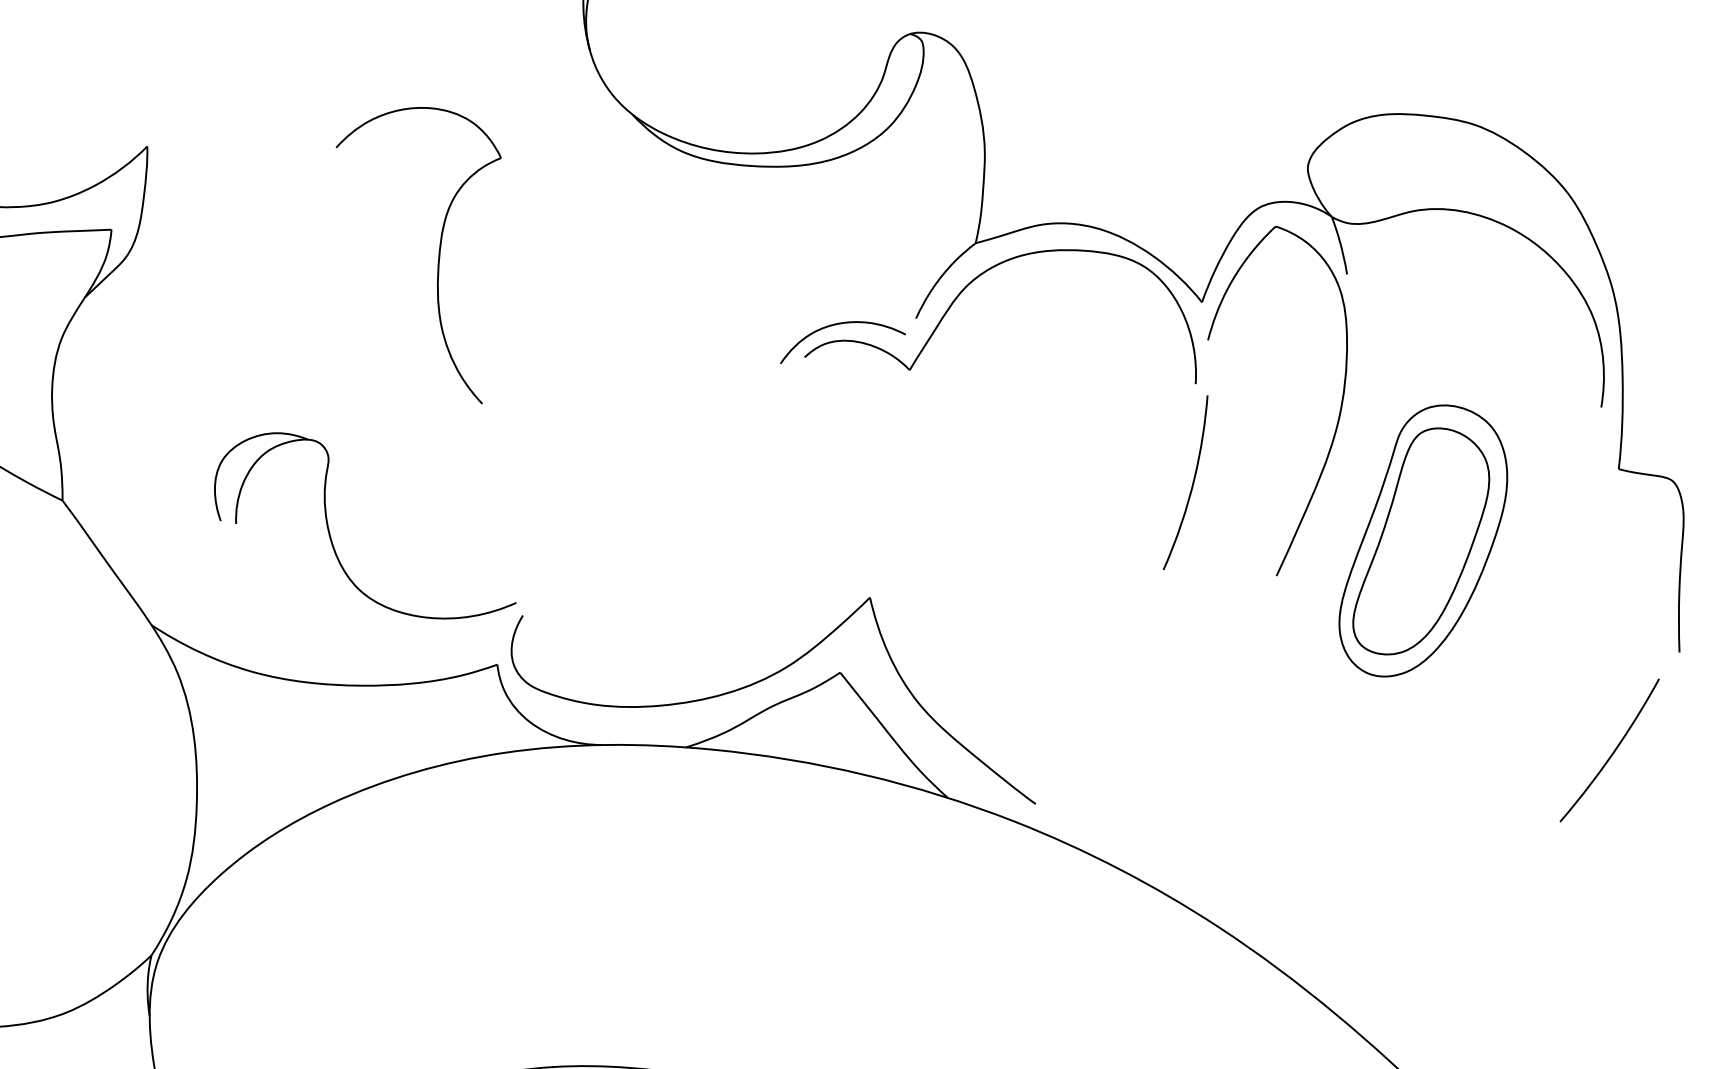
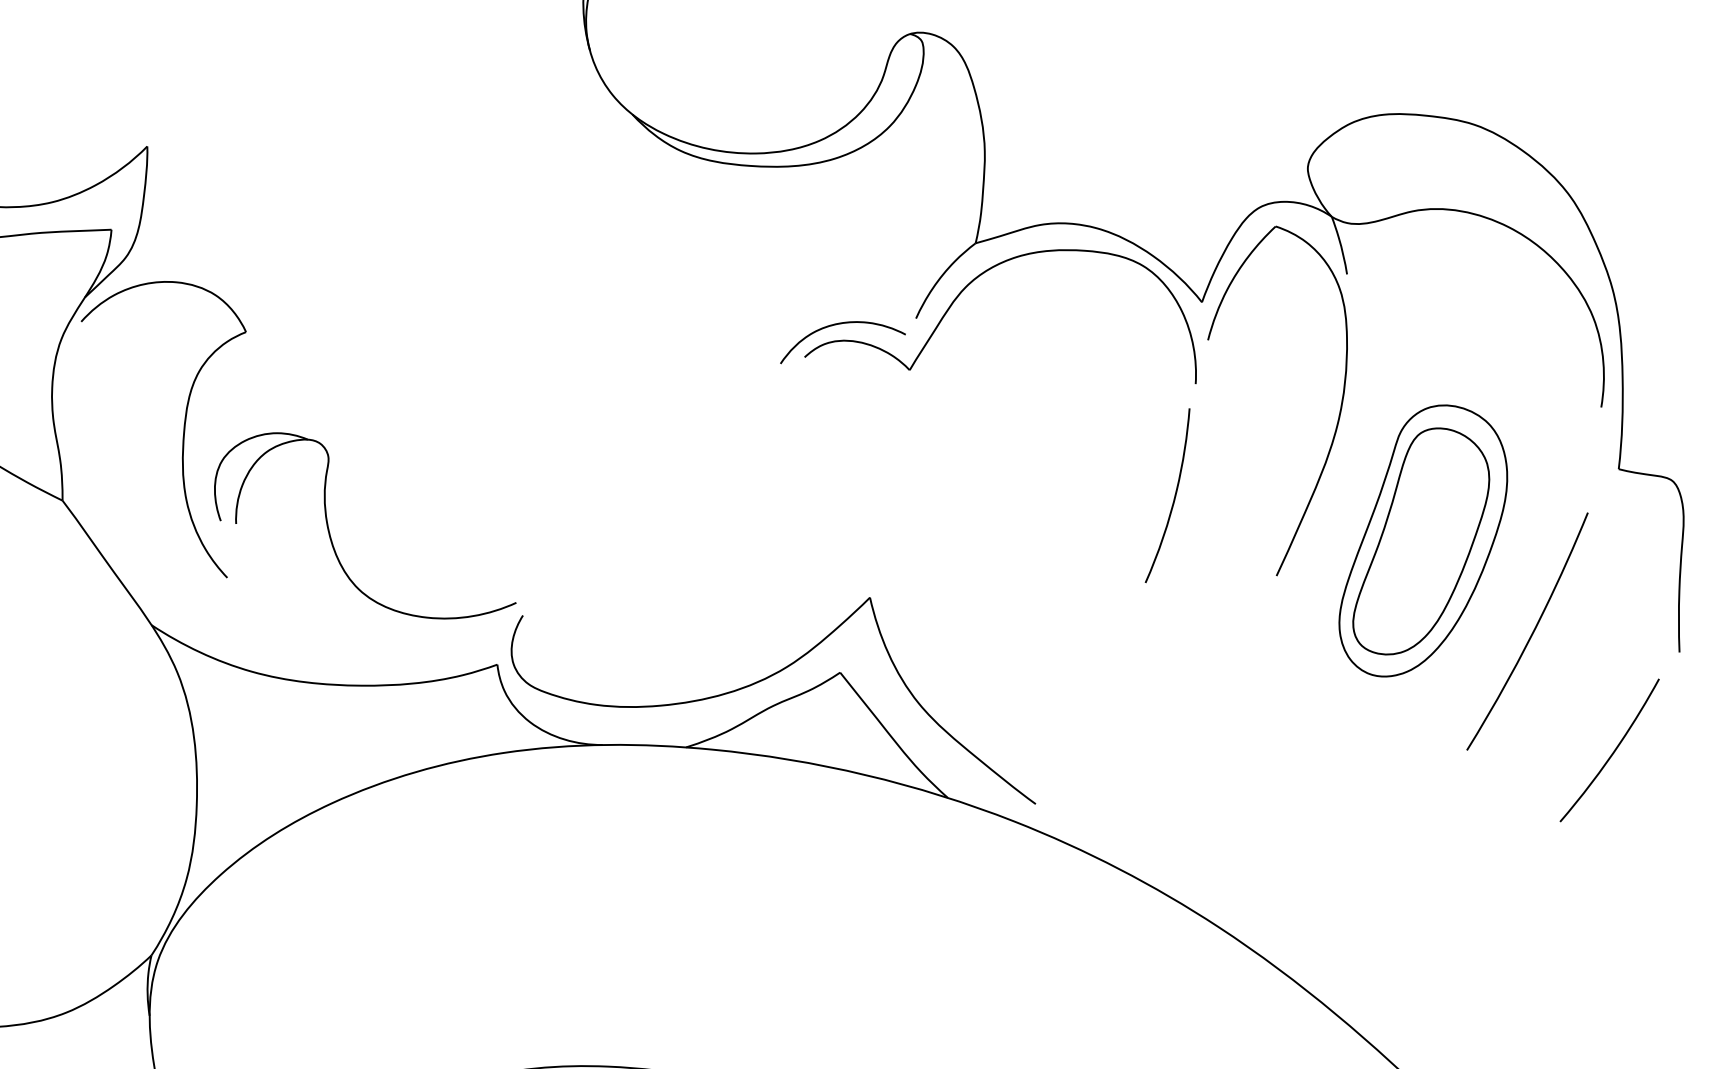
part at (438, 255) position: (438, 255) -> (183, 429)
curve at (1191, 485) position: (1191, 485) -> (1173, 498)
curve at (1531, 633): none -> present
